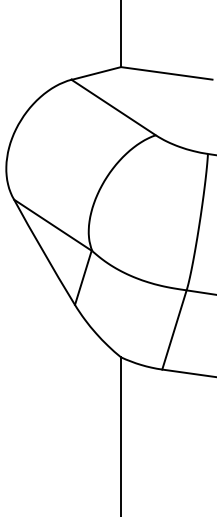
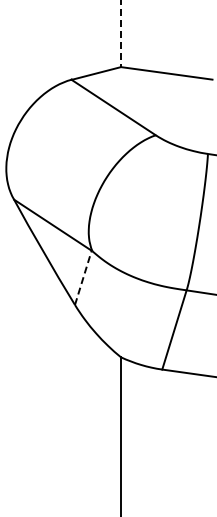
line at (121, 34): solid -> dashed
line at (83, 277): solid -> dashed
